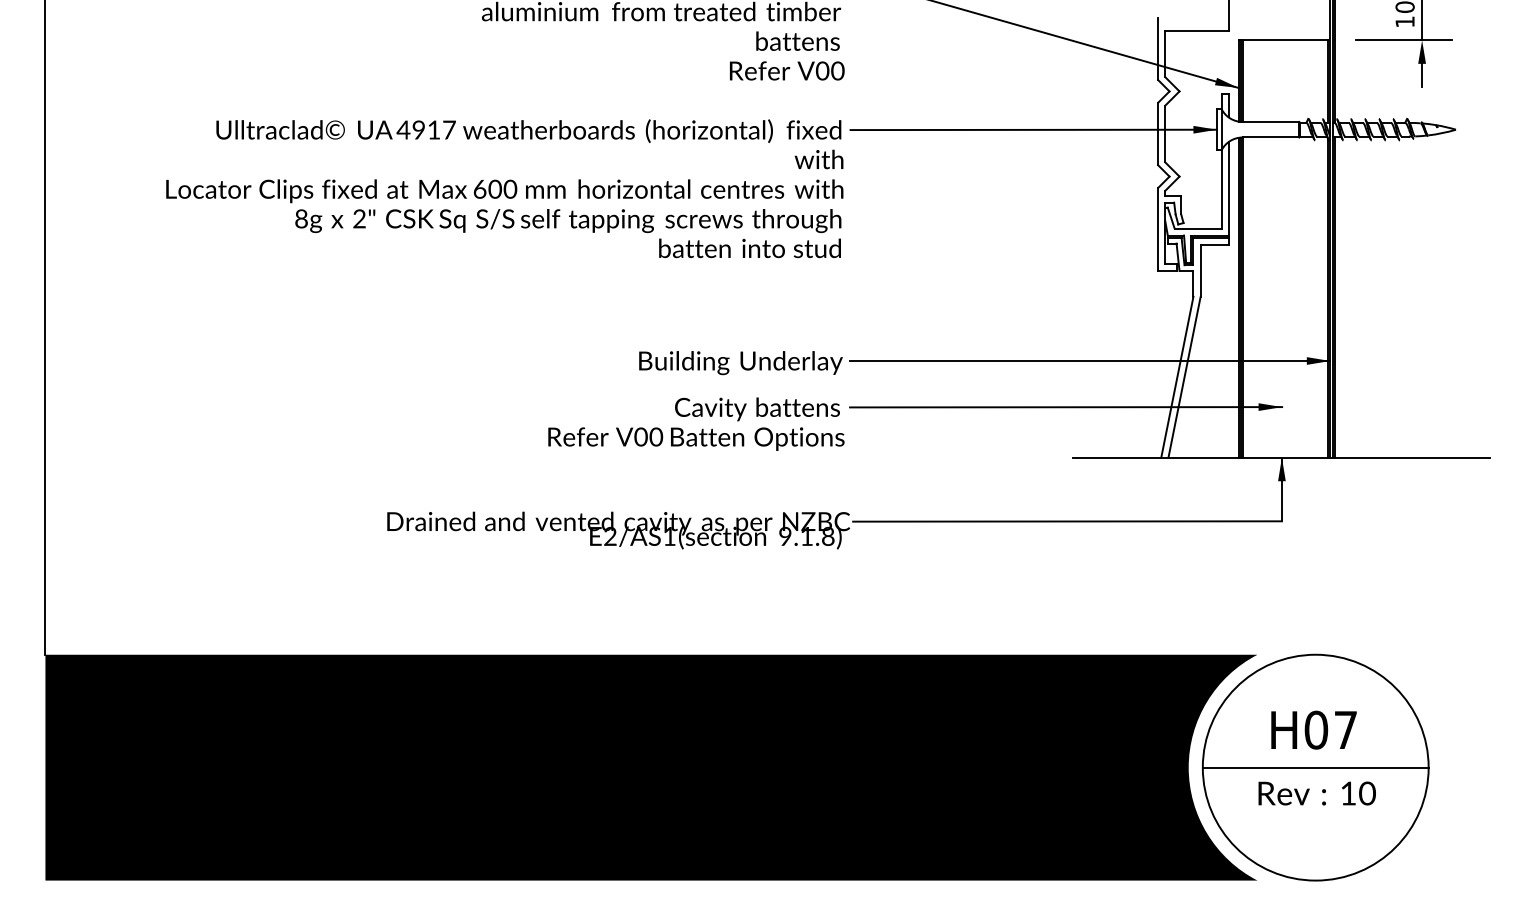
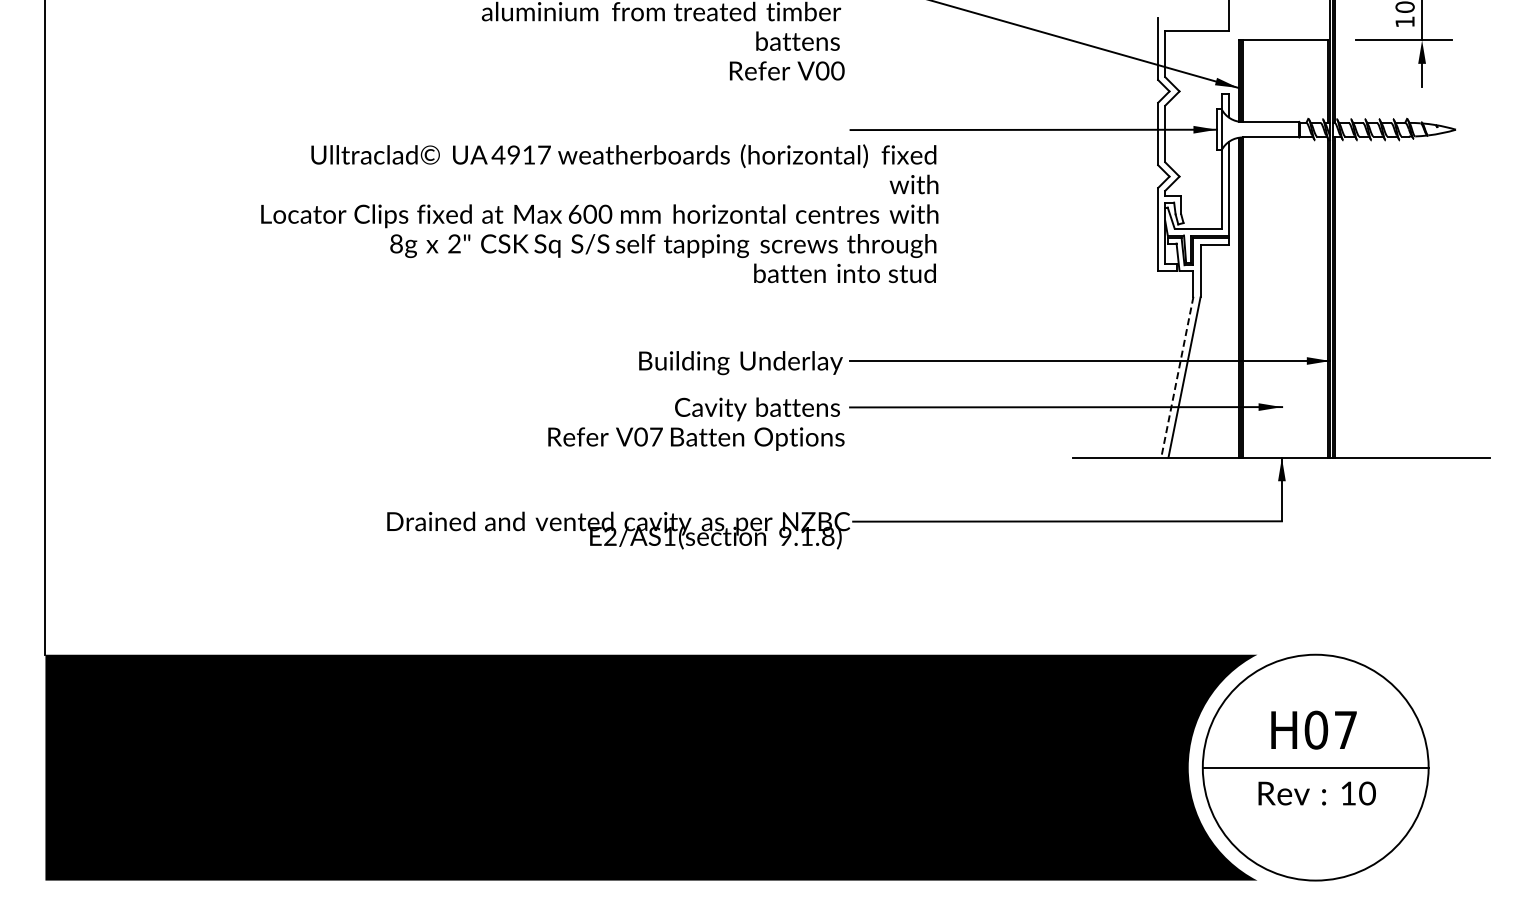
text at (504, 188) position: (504, 188) -> (599, 213)
line at (1177, 377): solid -> dashed
text at (656, 436): V00 -> V07
